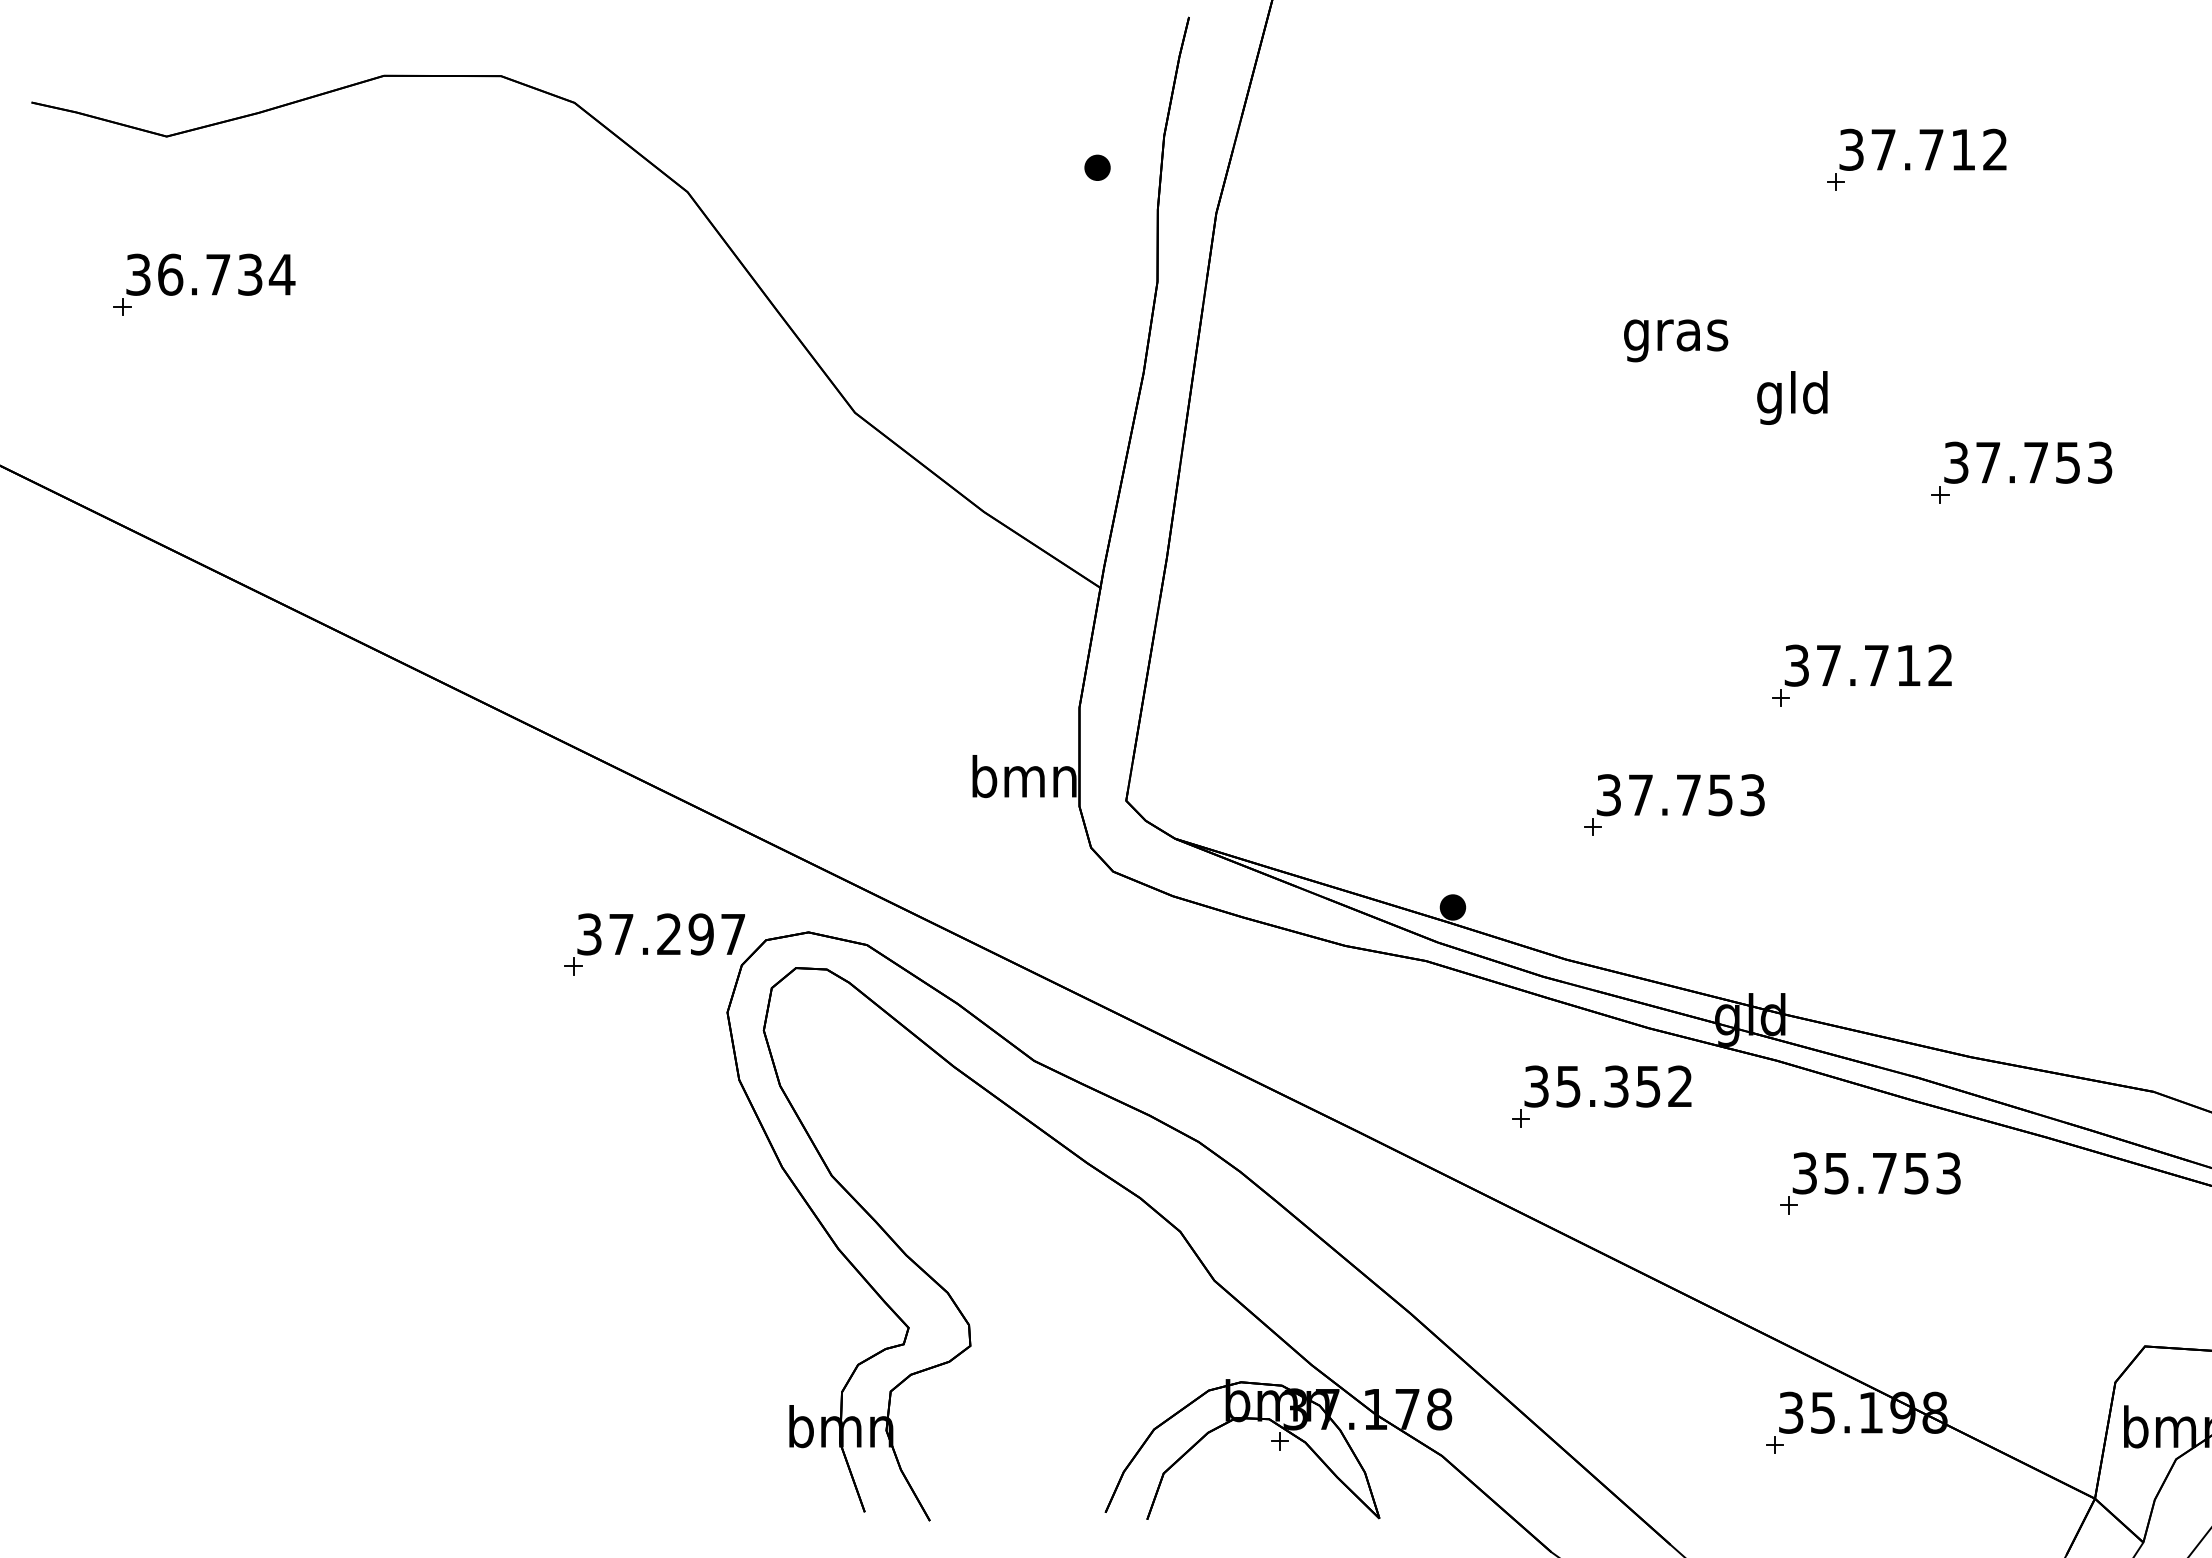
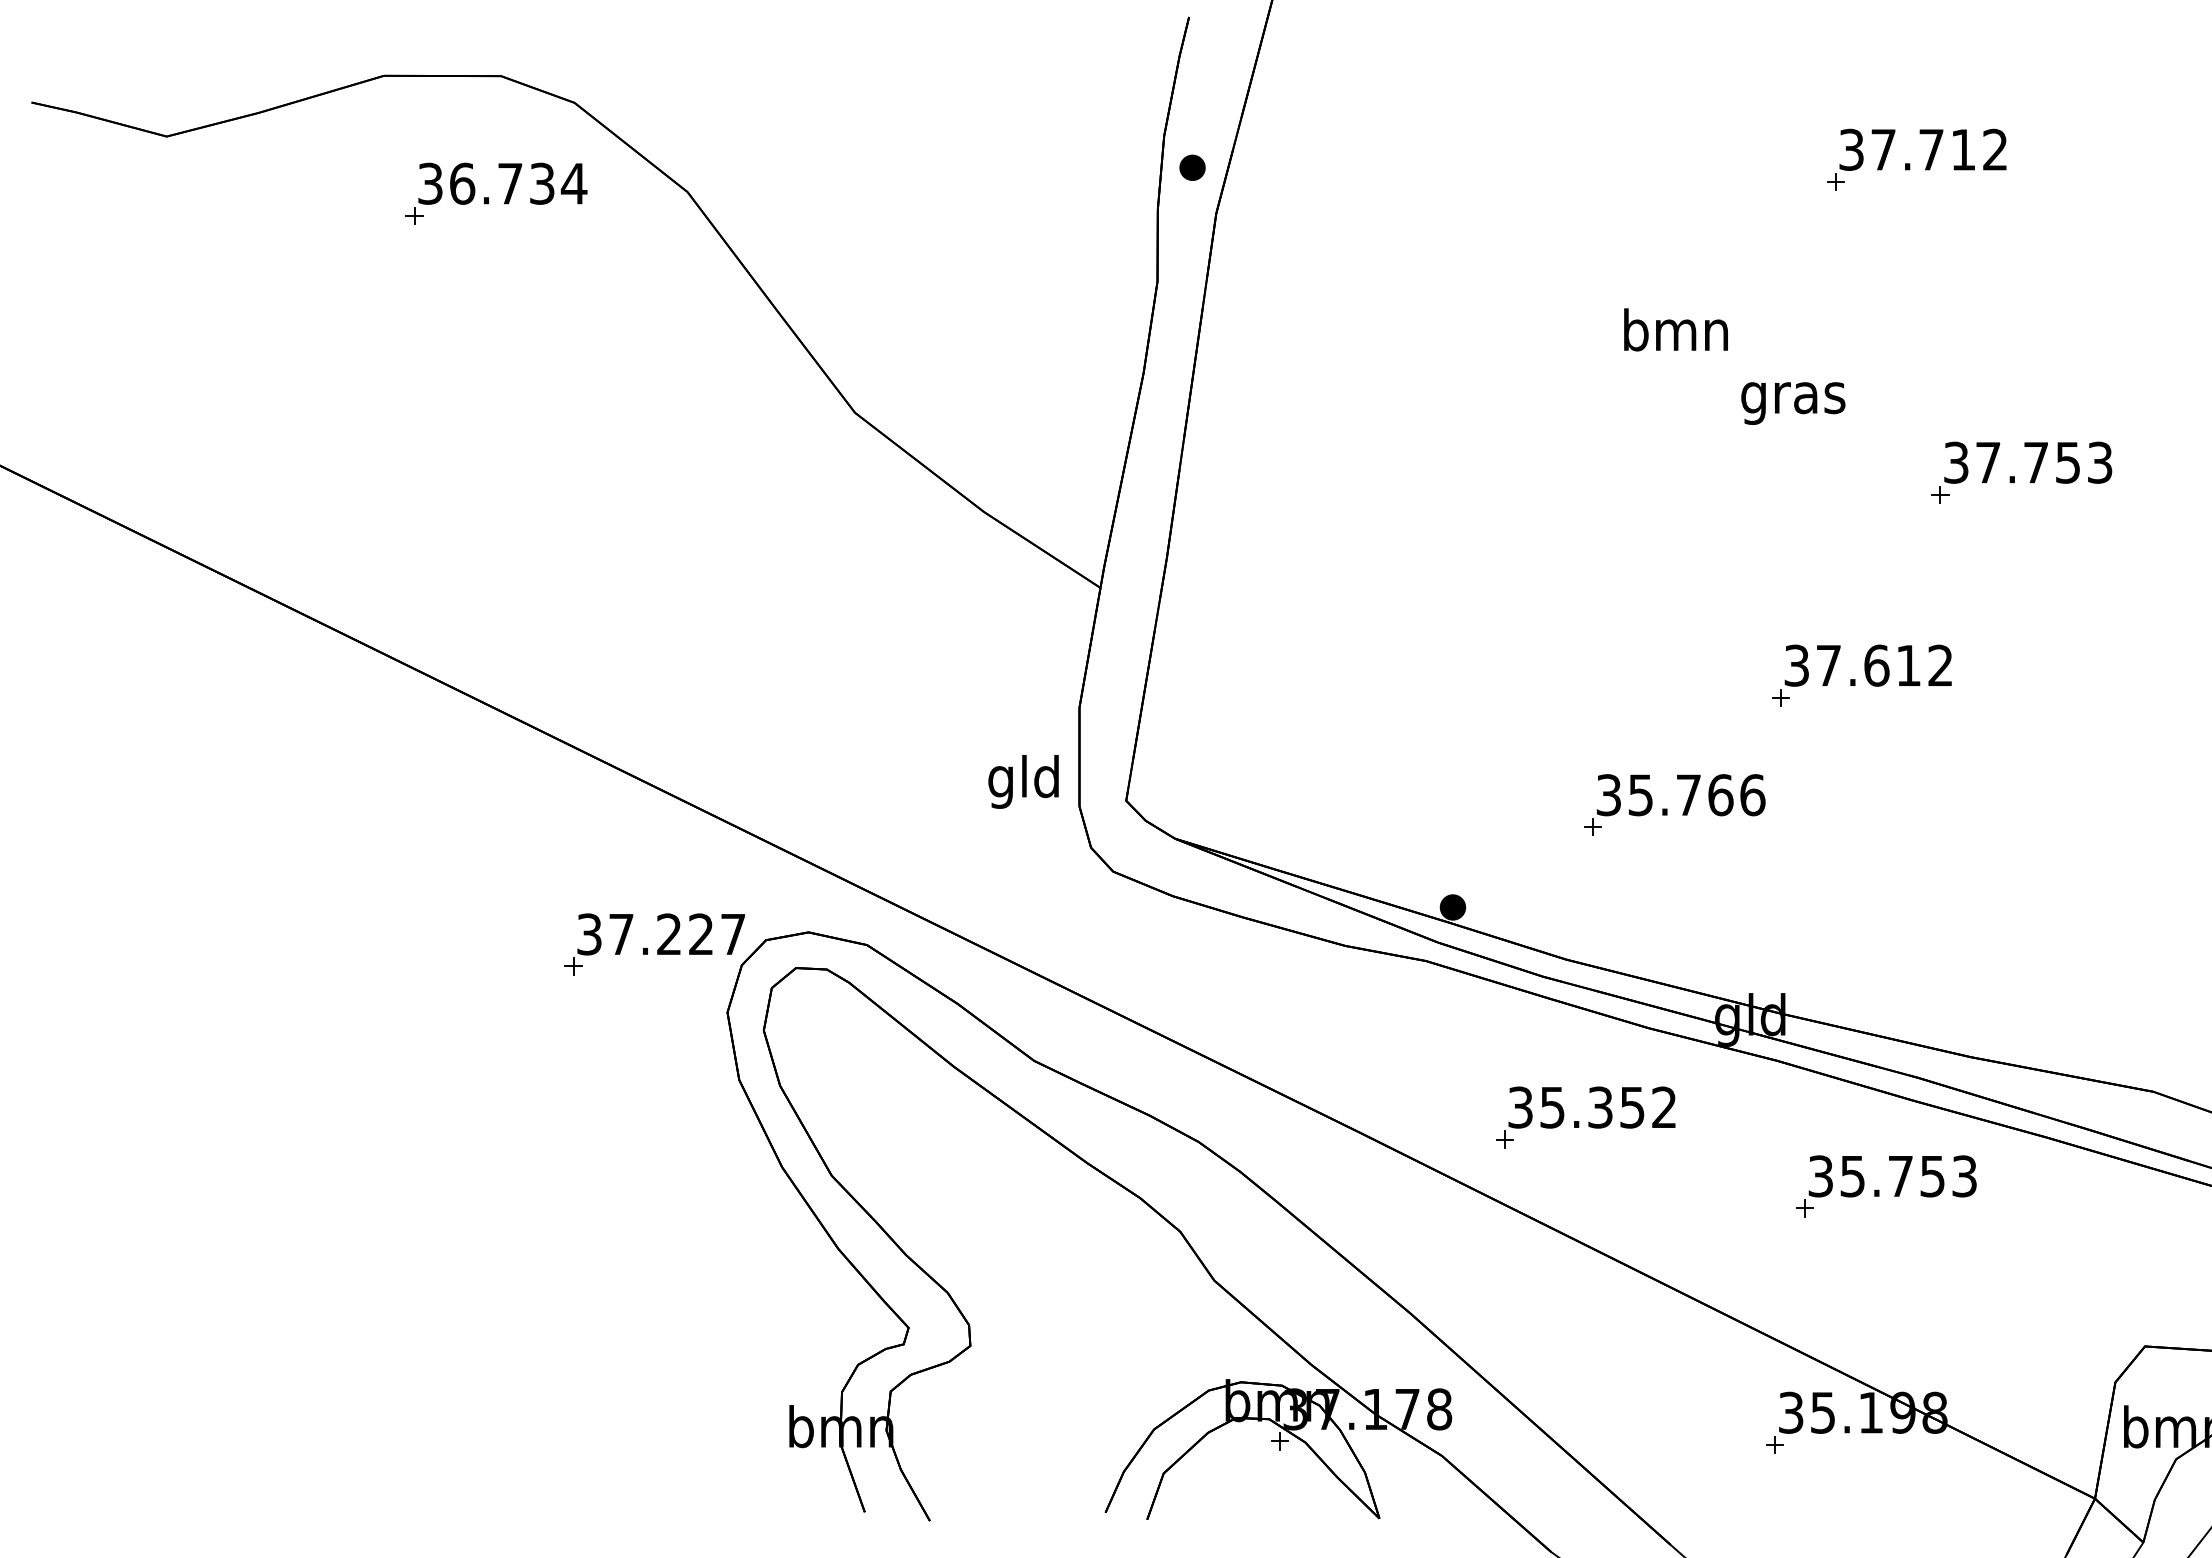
part at (1097, 167) position: (1097, 167) -> (1192, 167)
part at (196, 288) position: (196, 288) -> (488, 197)
text at (1676, 335): gras -> bmn
text at (1793, 397): gld -> gras
text at (1876, 665): 37.712 -> 37.612
text at (1024, 781): bmn -> gld
text at (1696, 795): 37.753 -> 35.766
text at (700, 934): 37.297 -> 37.227
part at (1601, 1096) position: (1601, 1096) -> (1585, 1117)
part at (1863, 1187) position: (1863, 1187) -> (1879, 1190)
